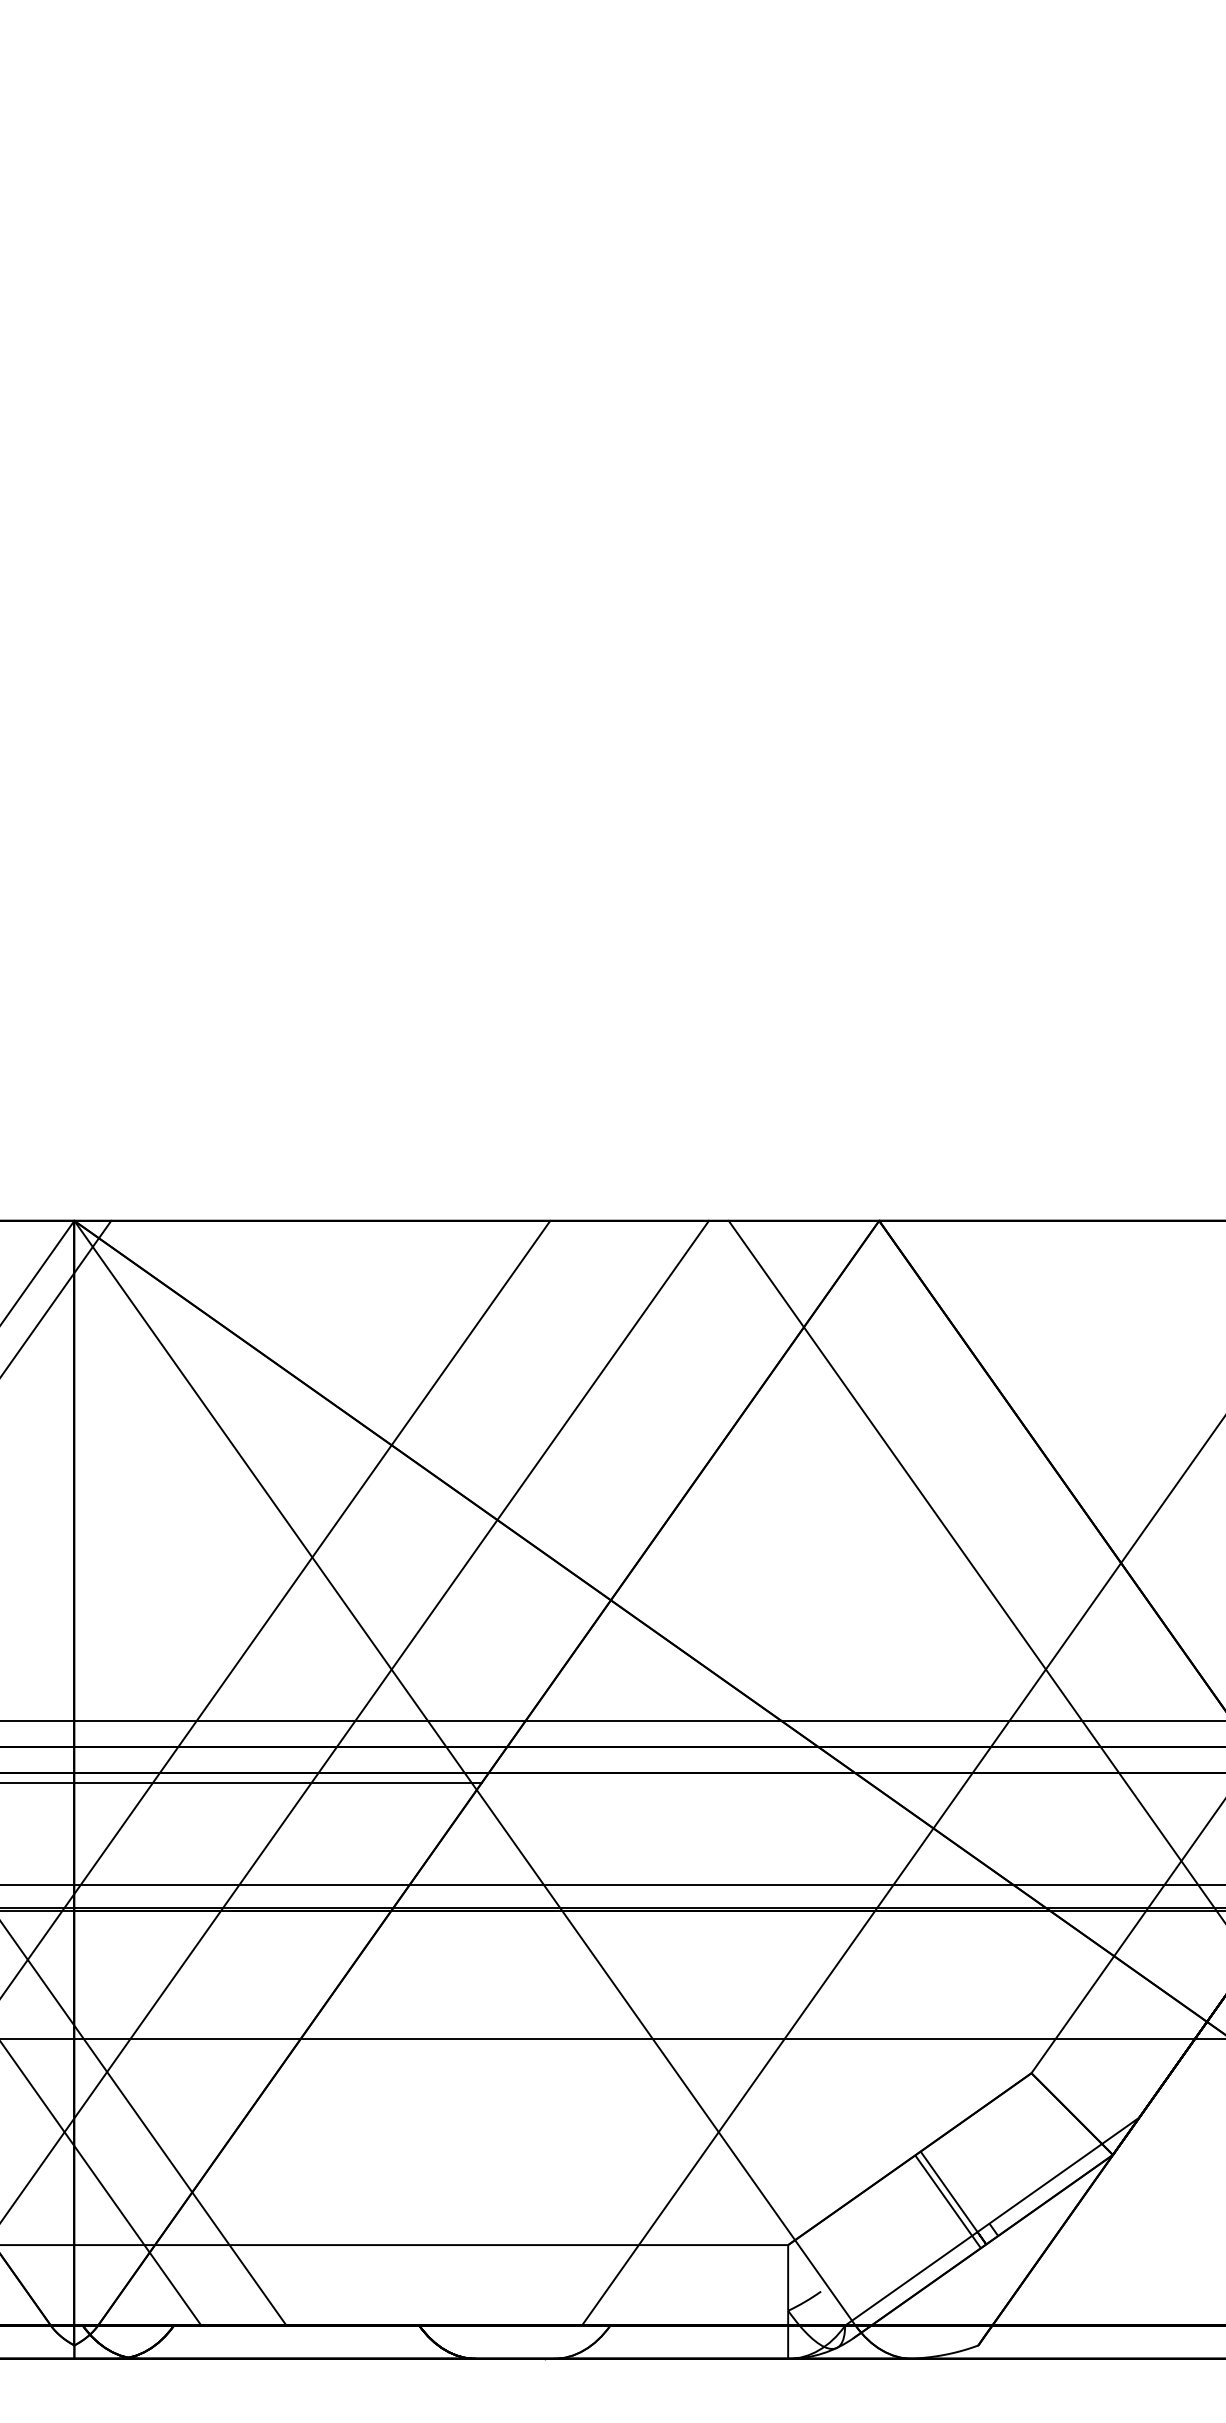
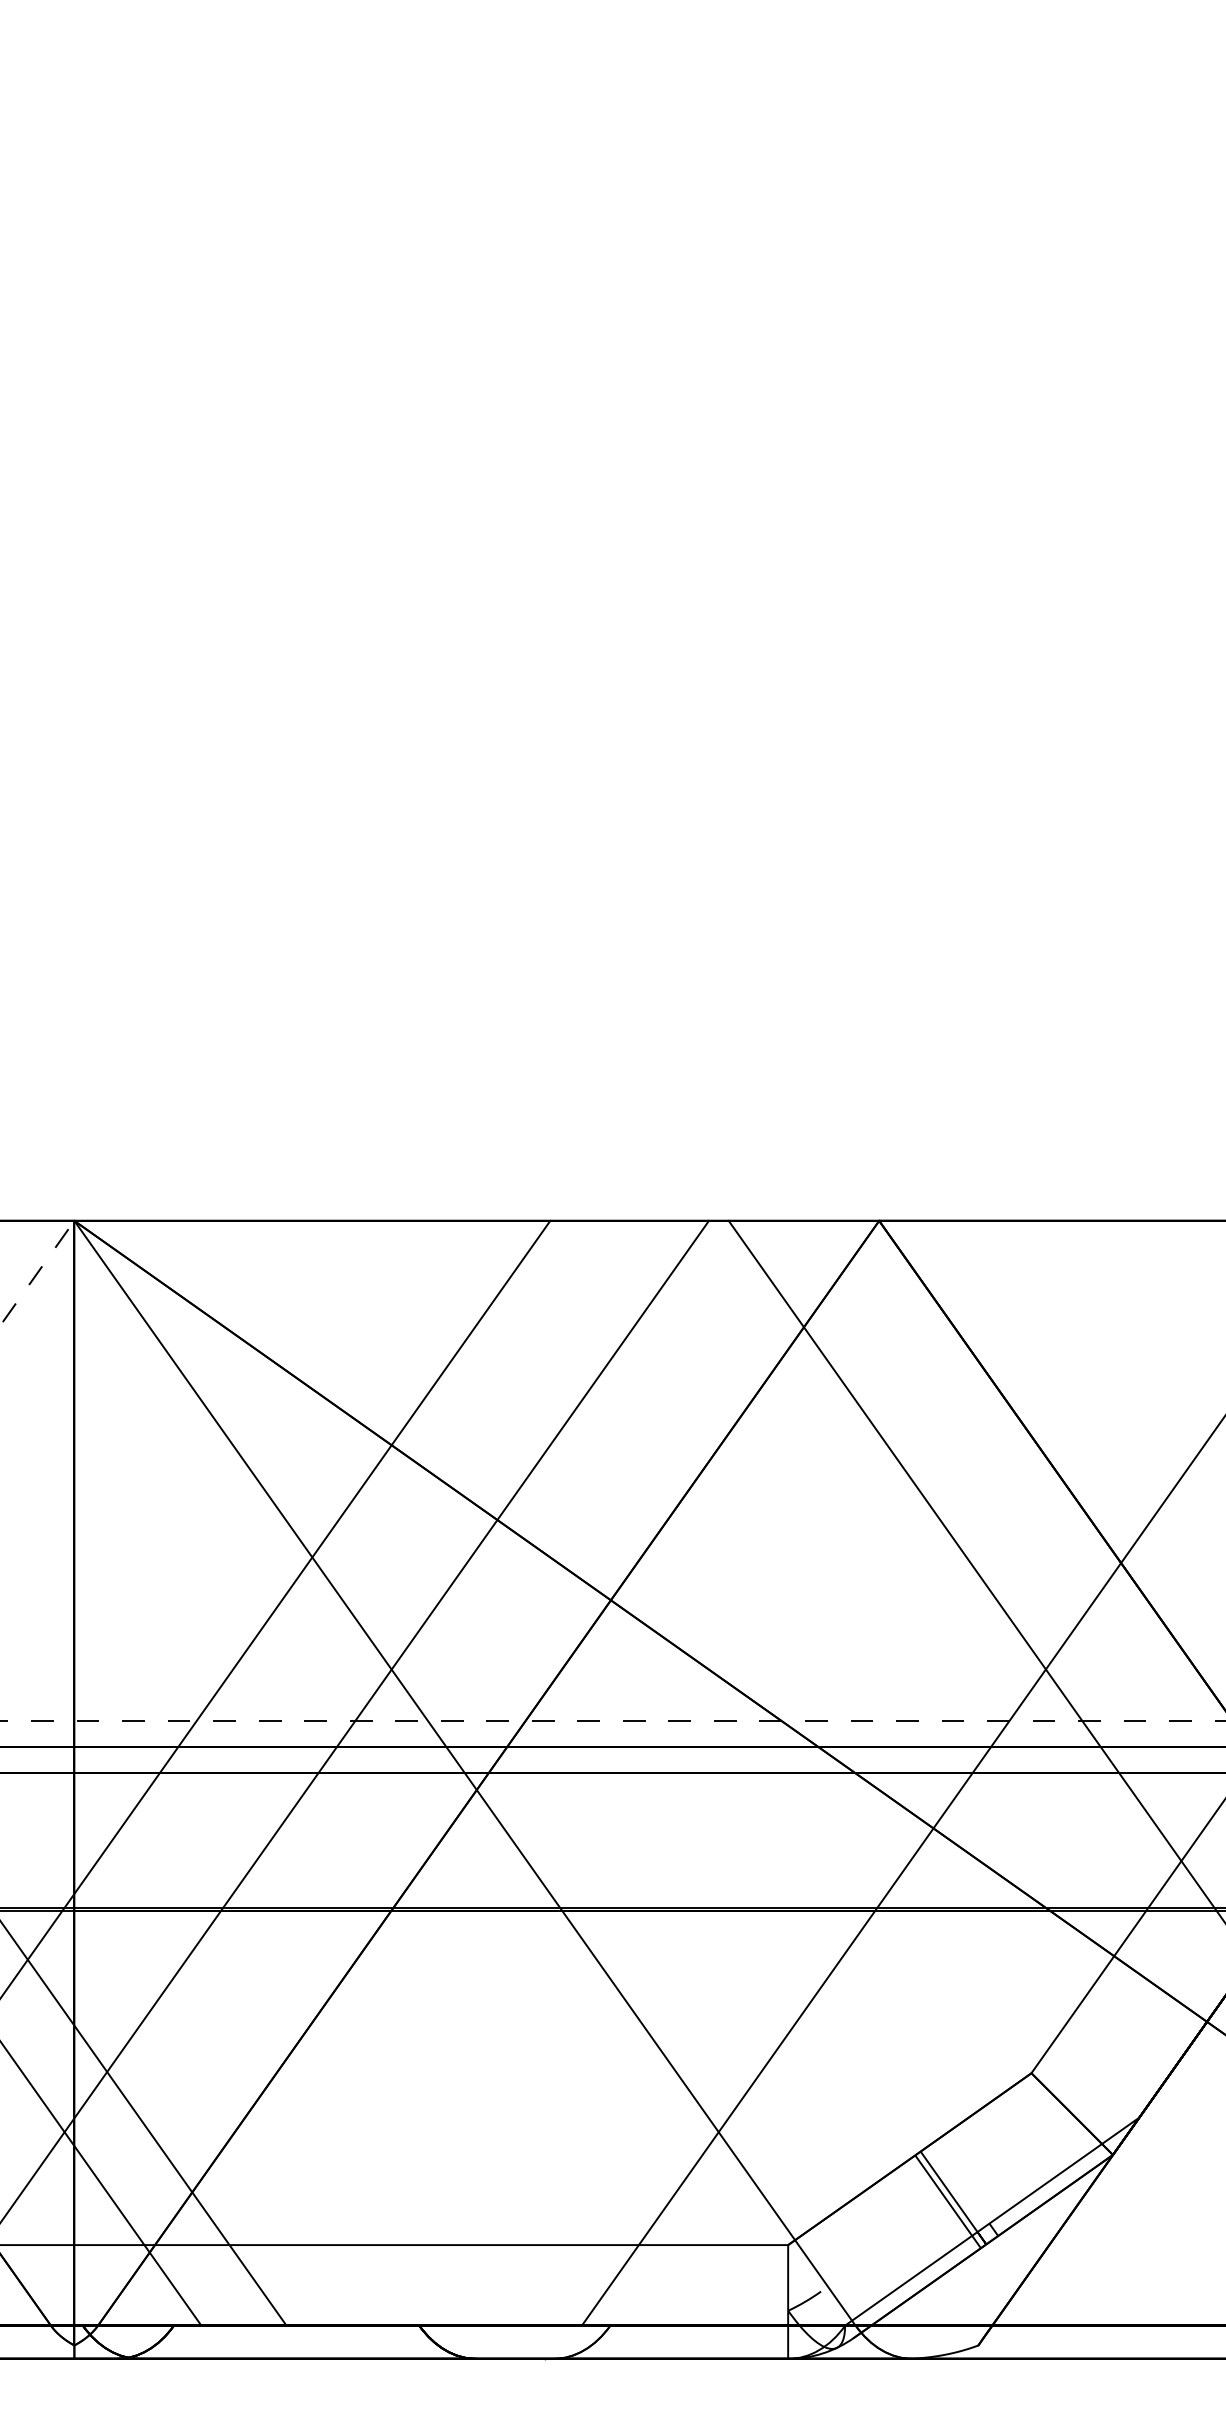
line at (37, 1273): solid -> dashed
line at (56, 1297): present -> none
line at (612, 1721): solid -> dashed
line at (241, 1783): present -> none
line at (612, 1885): present -> none
line at (612, 2039): present -> none
